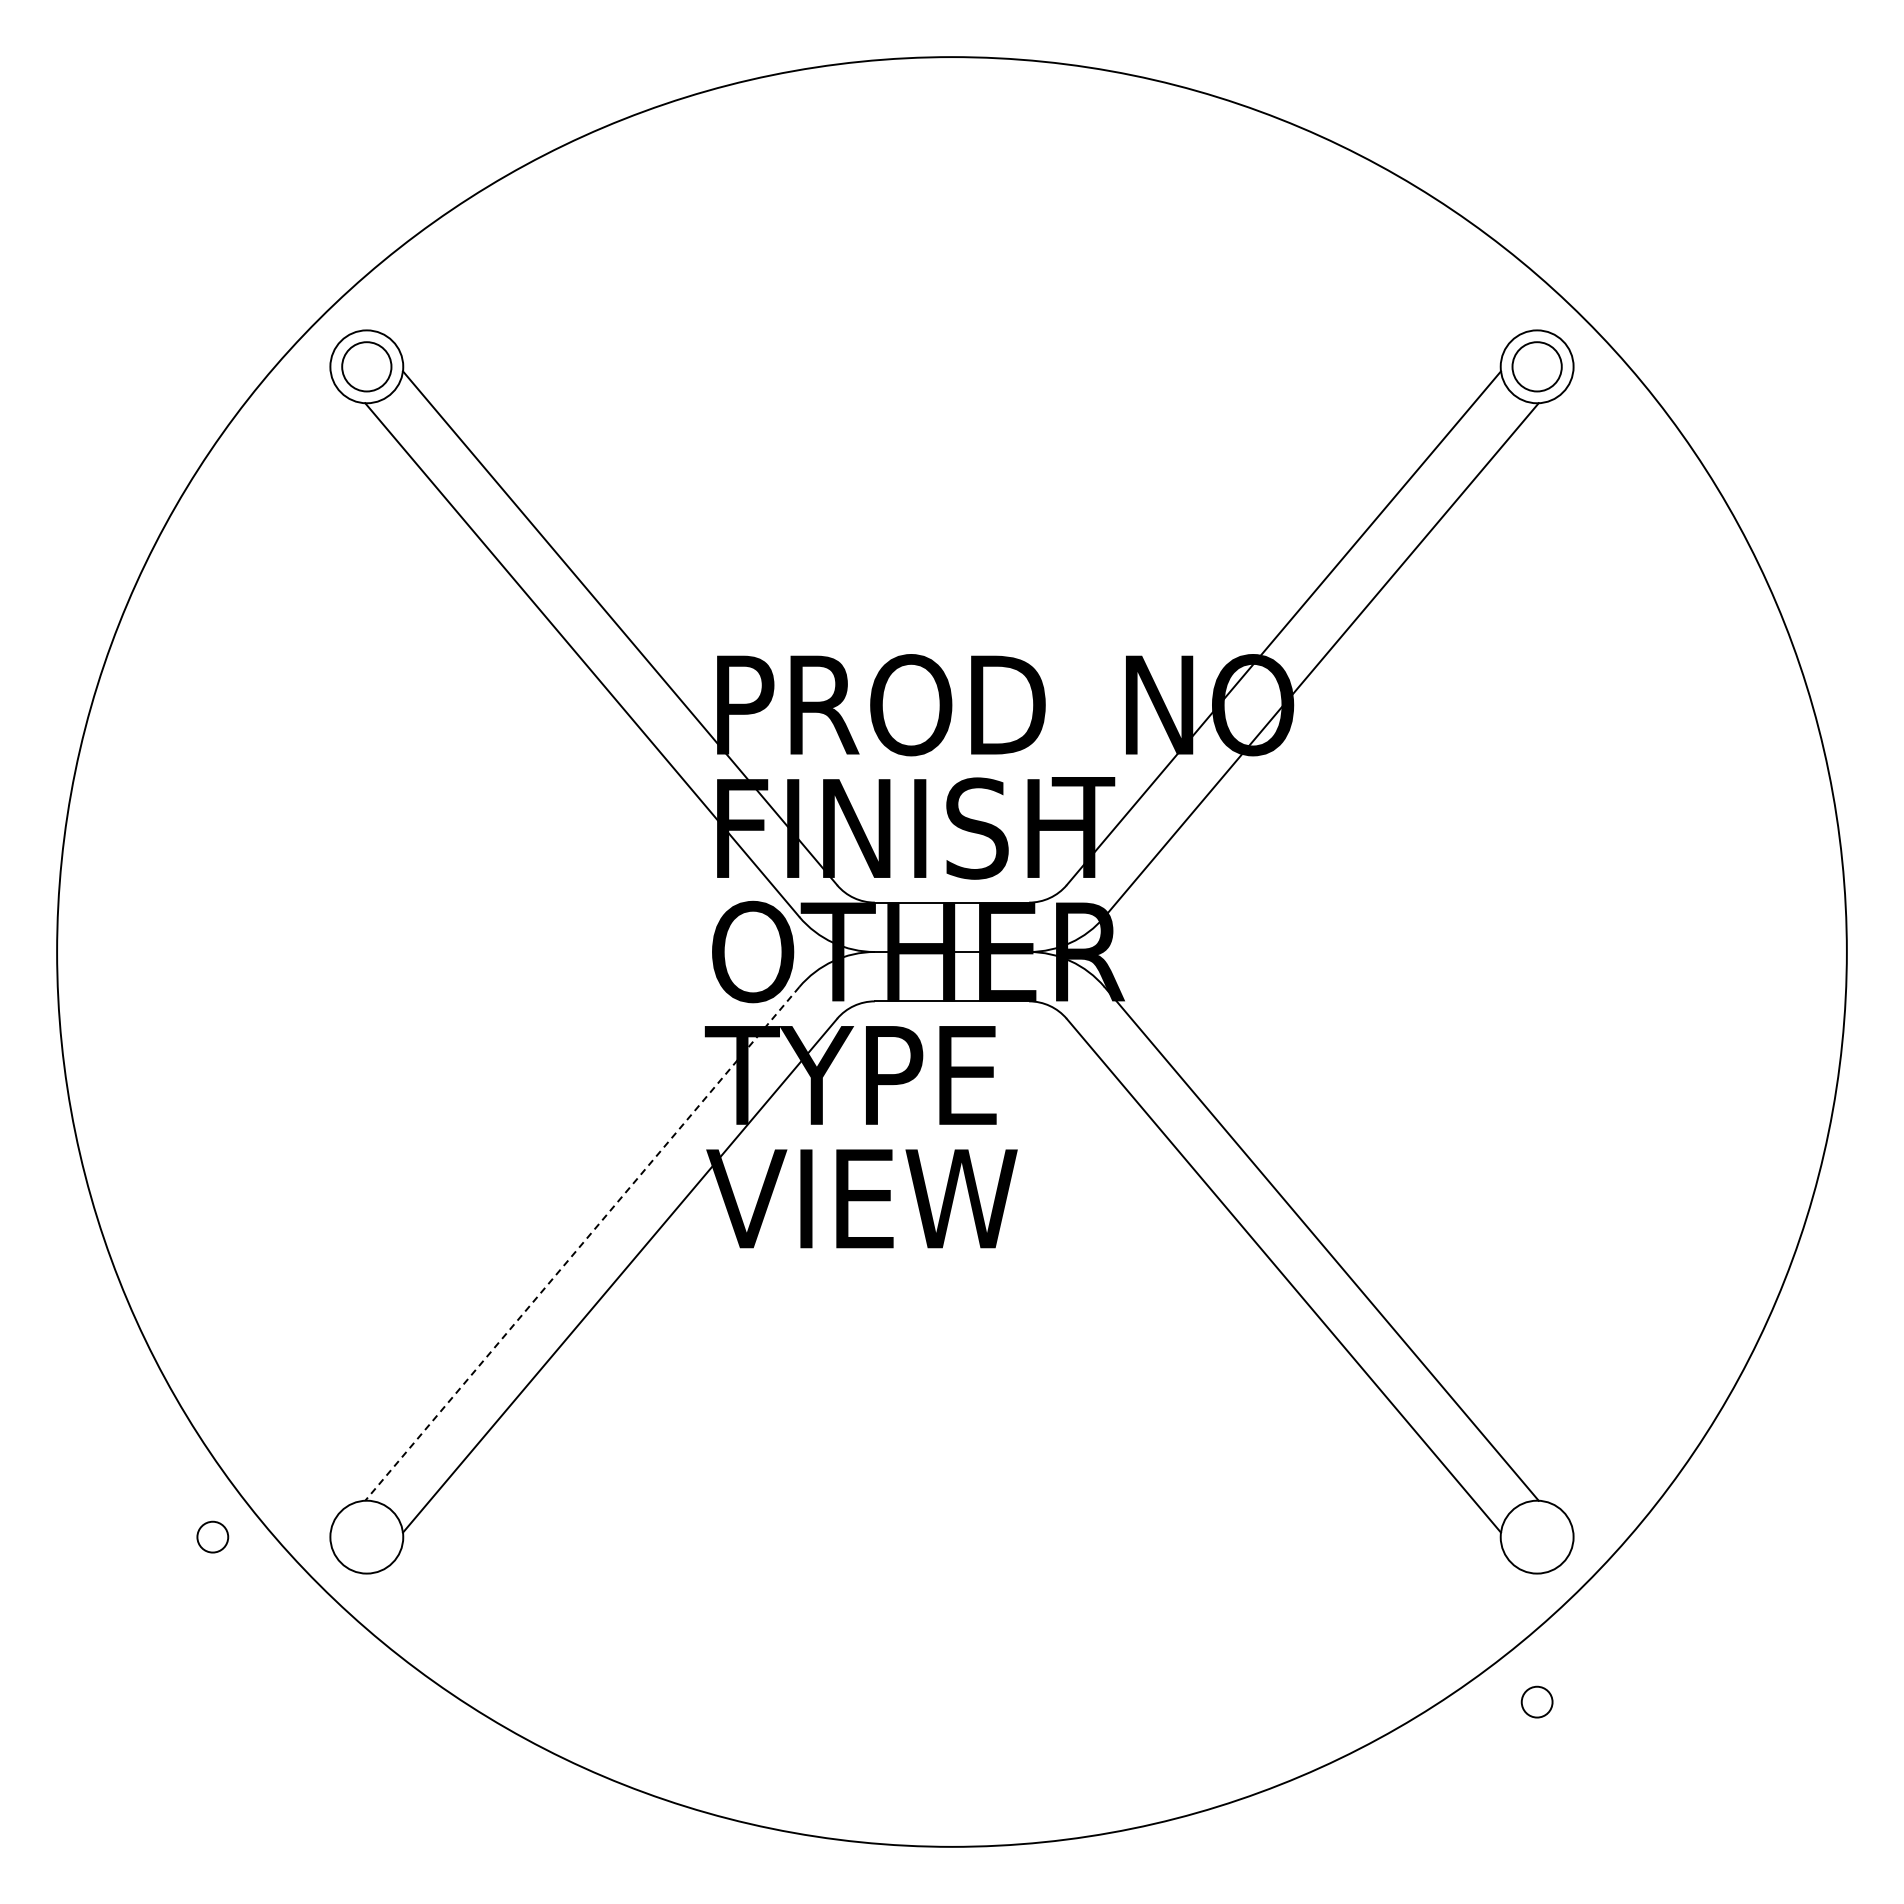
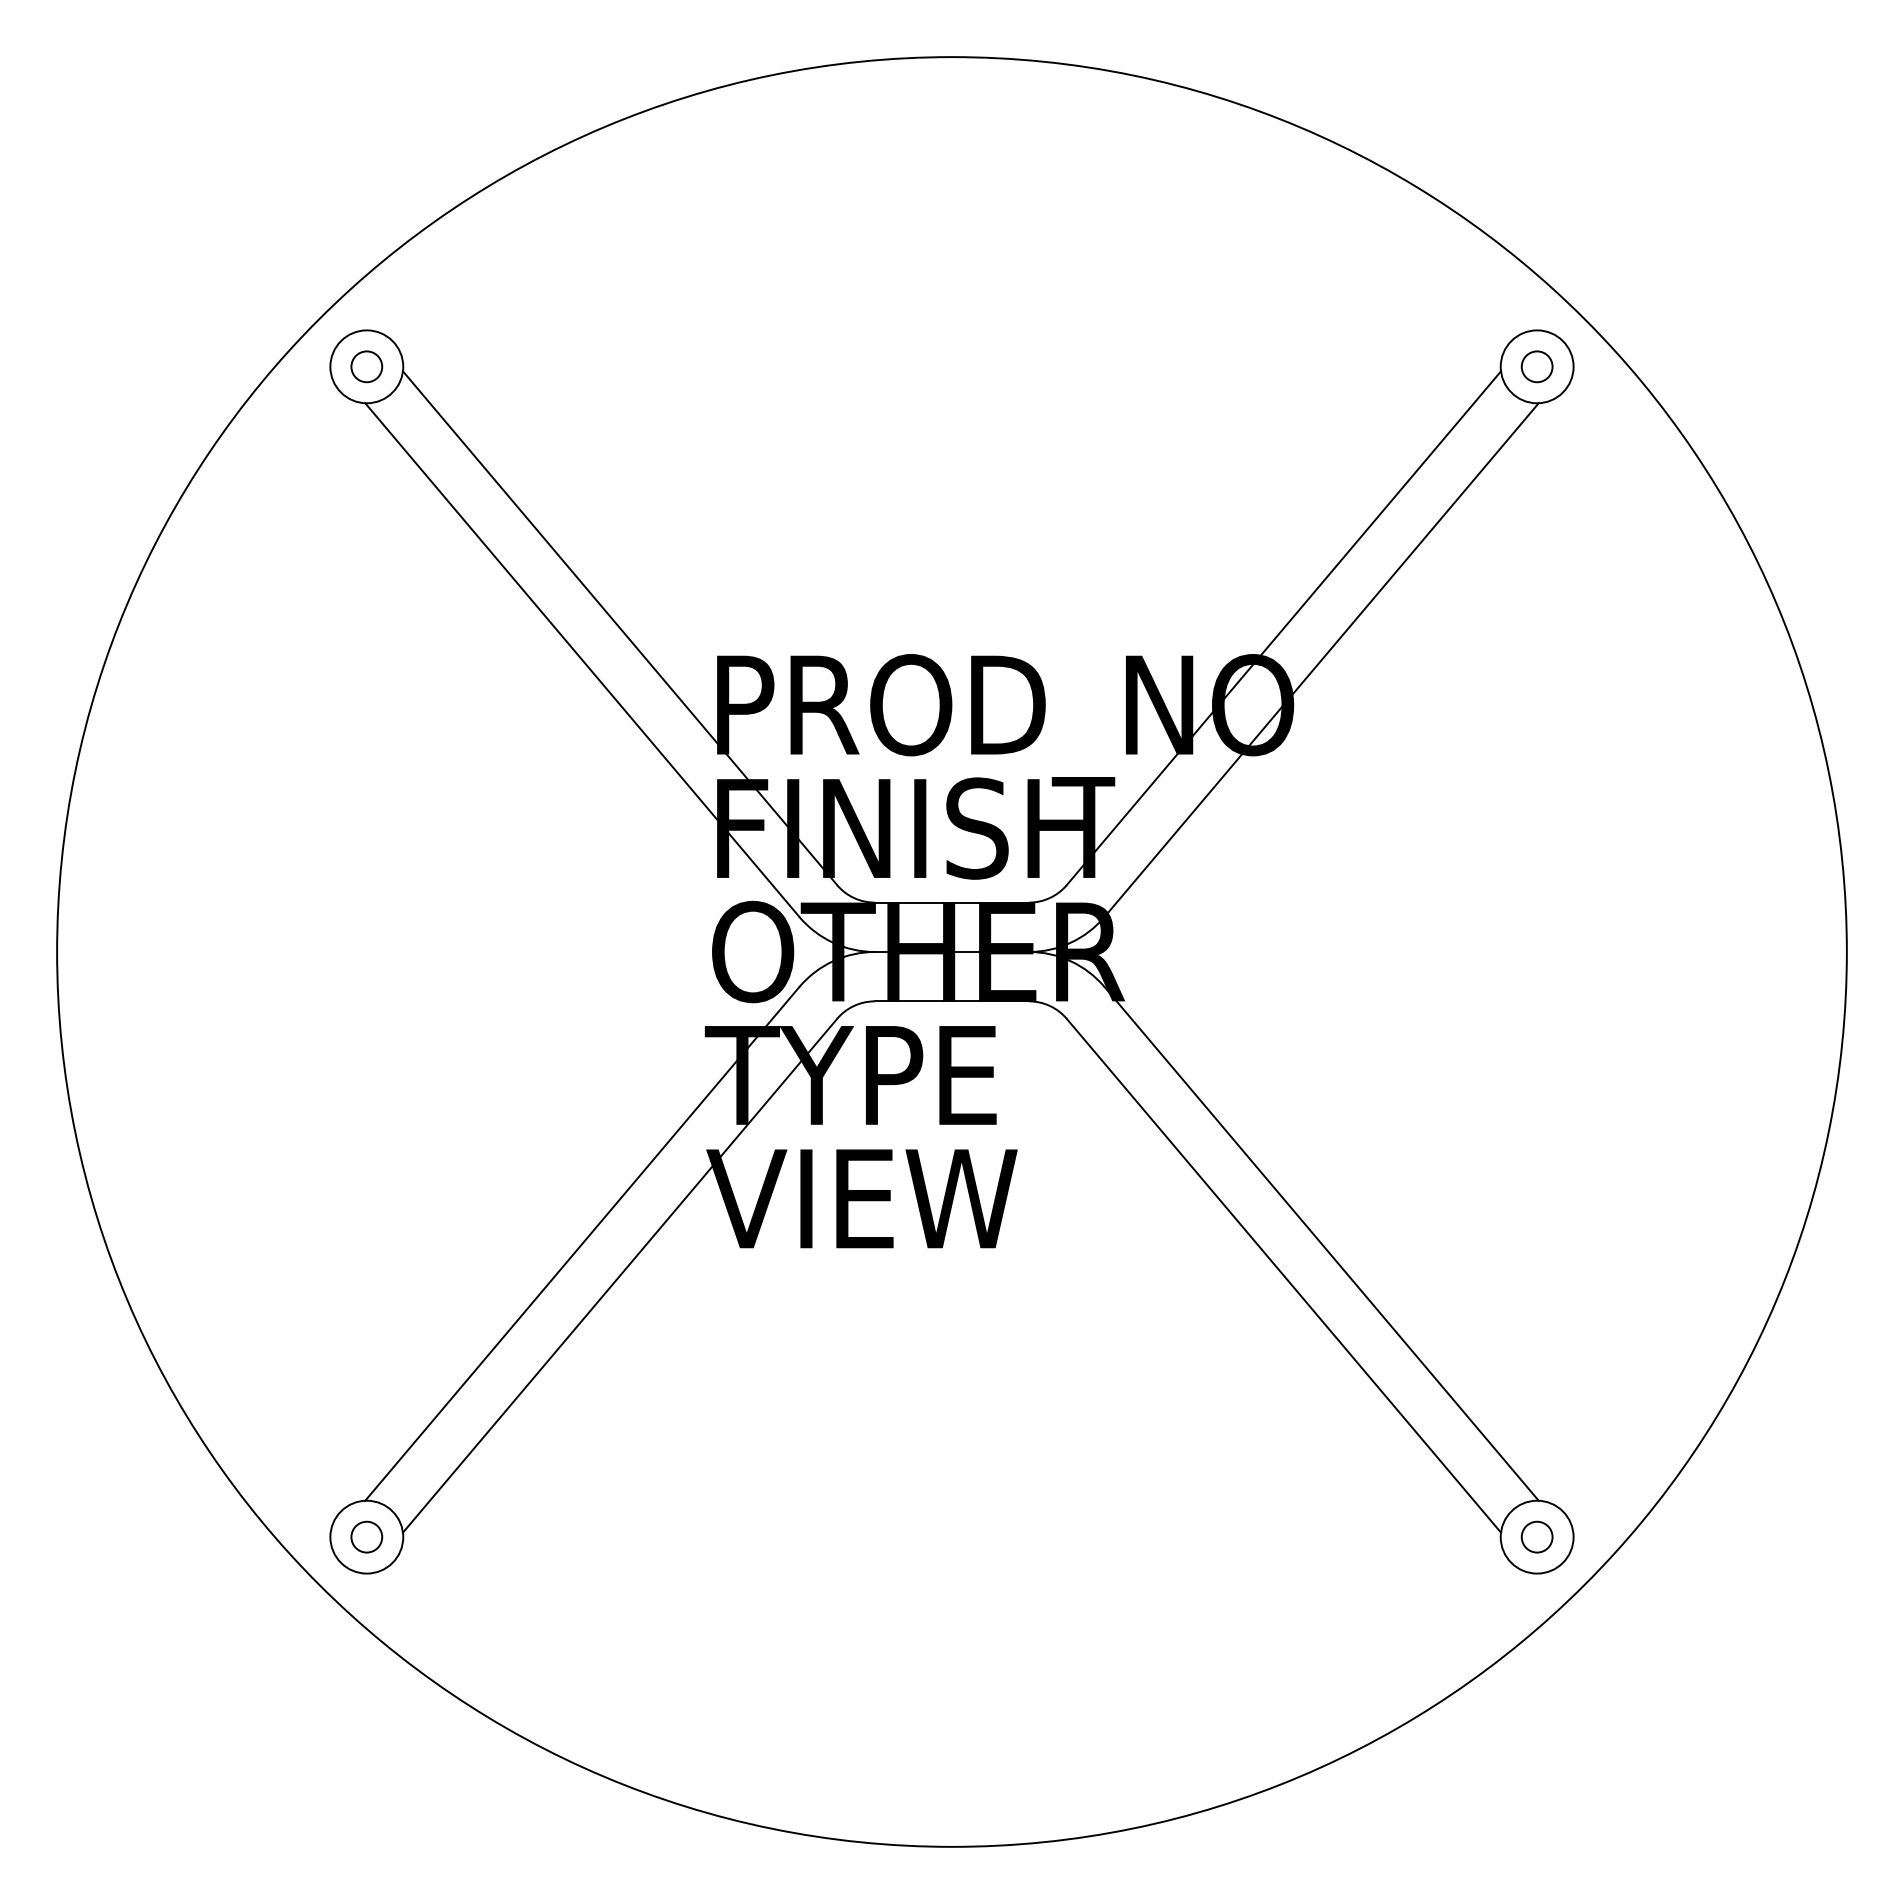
circle at (366, 366) diameter: 49 px -> 31 px
circle at (1536, 366) diameter: 49 px -> 31 px
line at (582, 1244): dashed -> solid
circle at (212, 1536) position: (212, 1536) -> (366, 1536)
circle at (1536, 1701) position: (1536, 1701) -> (1536, 1536)
